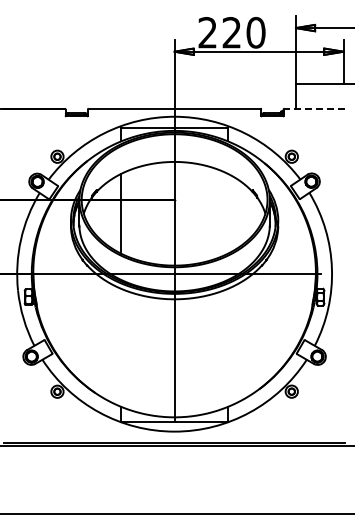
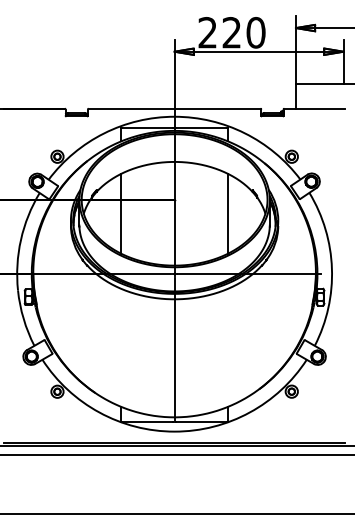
line at (314, 108): dashed -> solid
line at (227, 213): none -> present
line at (176, 455): none -> present
